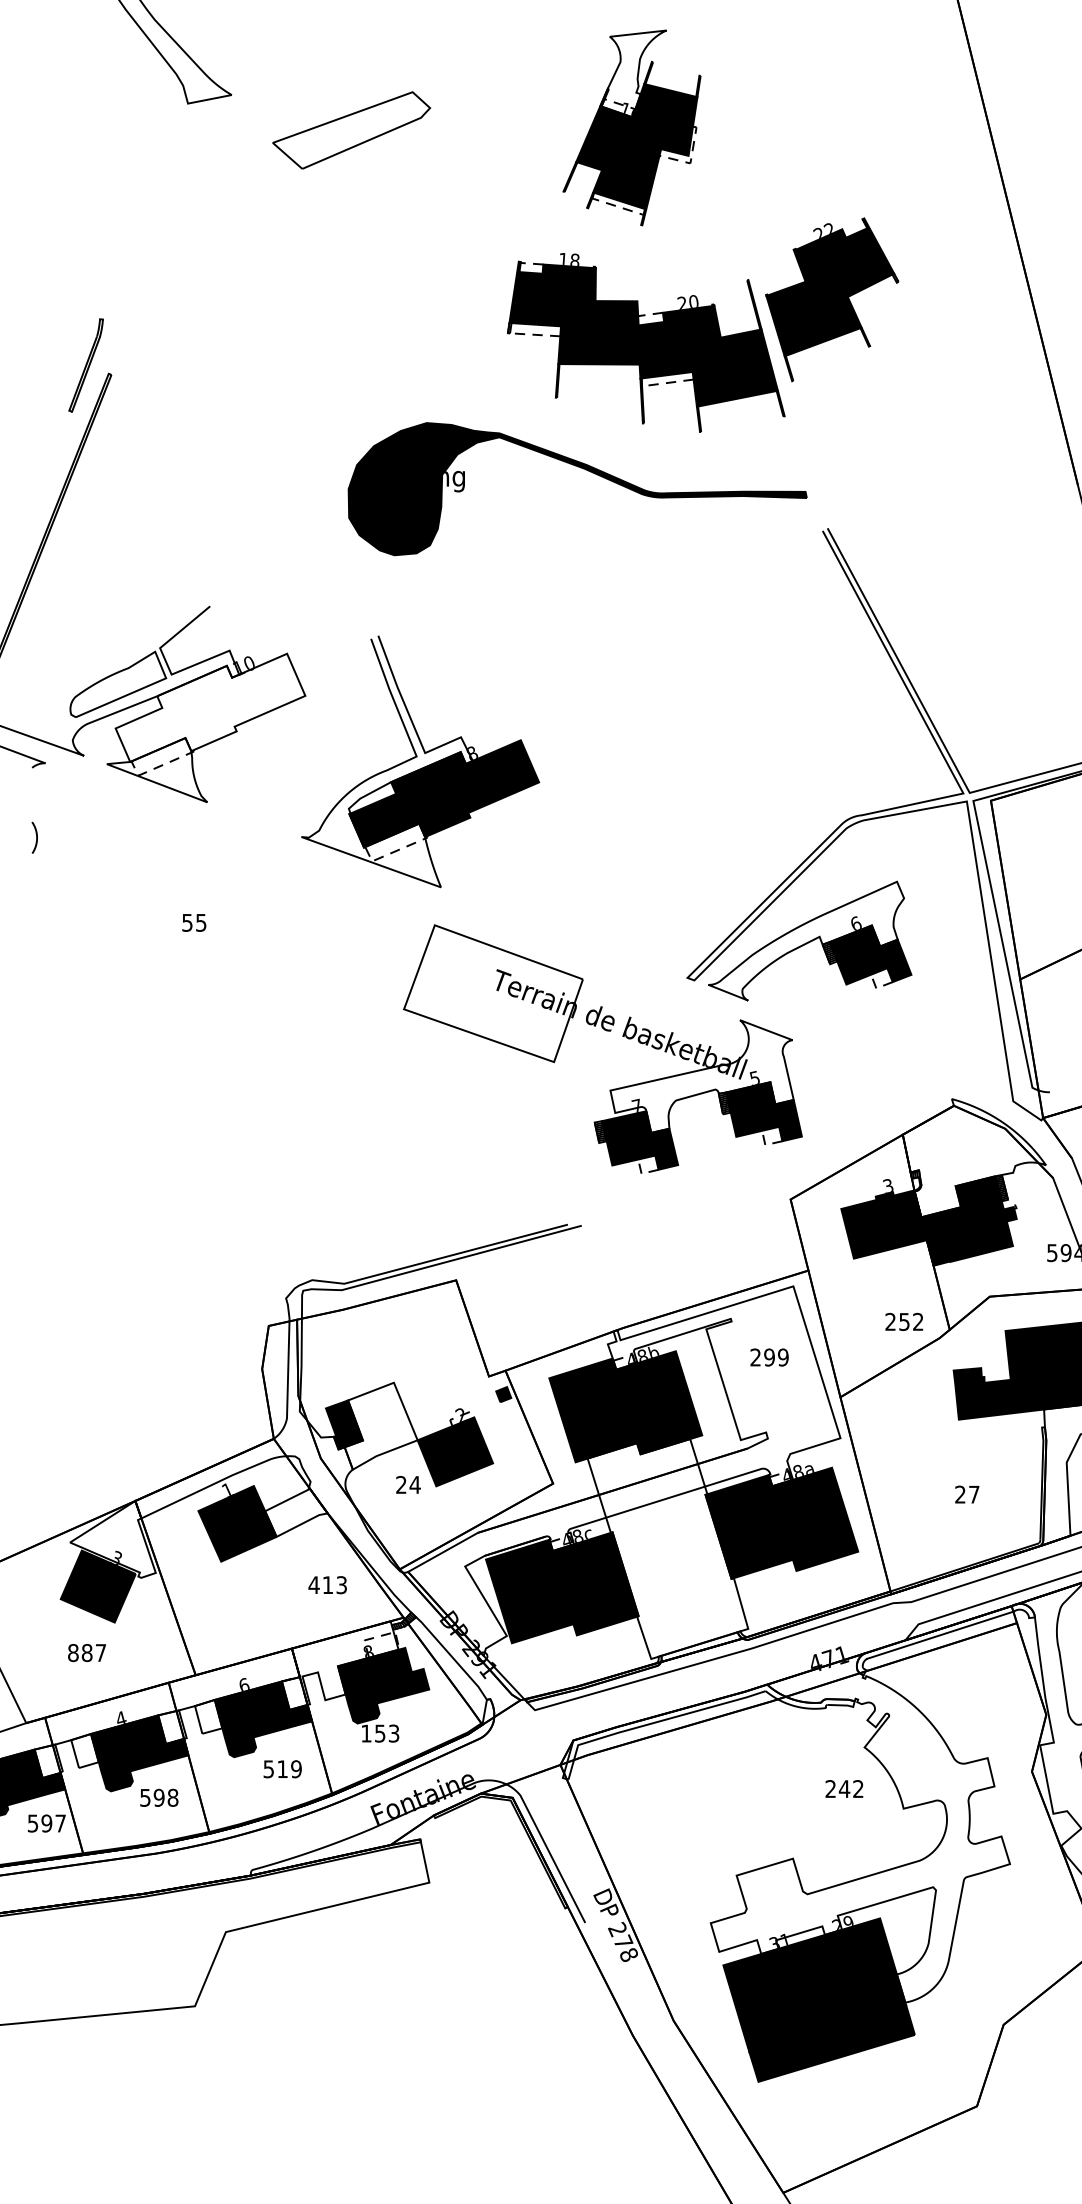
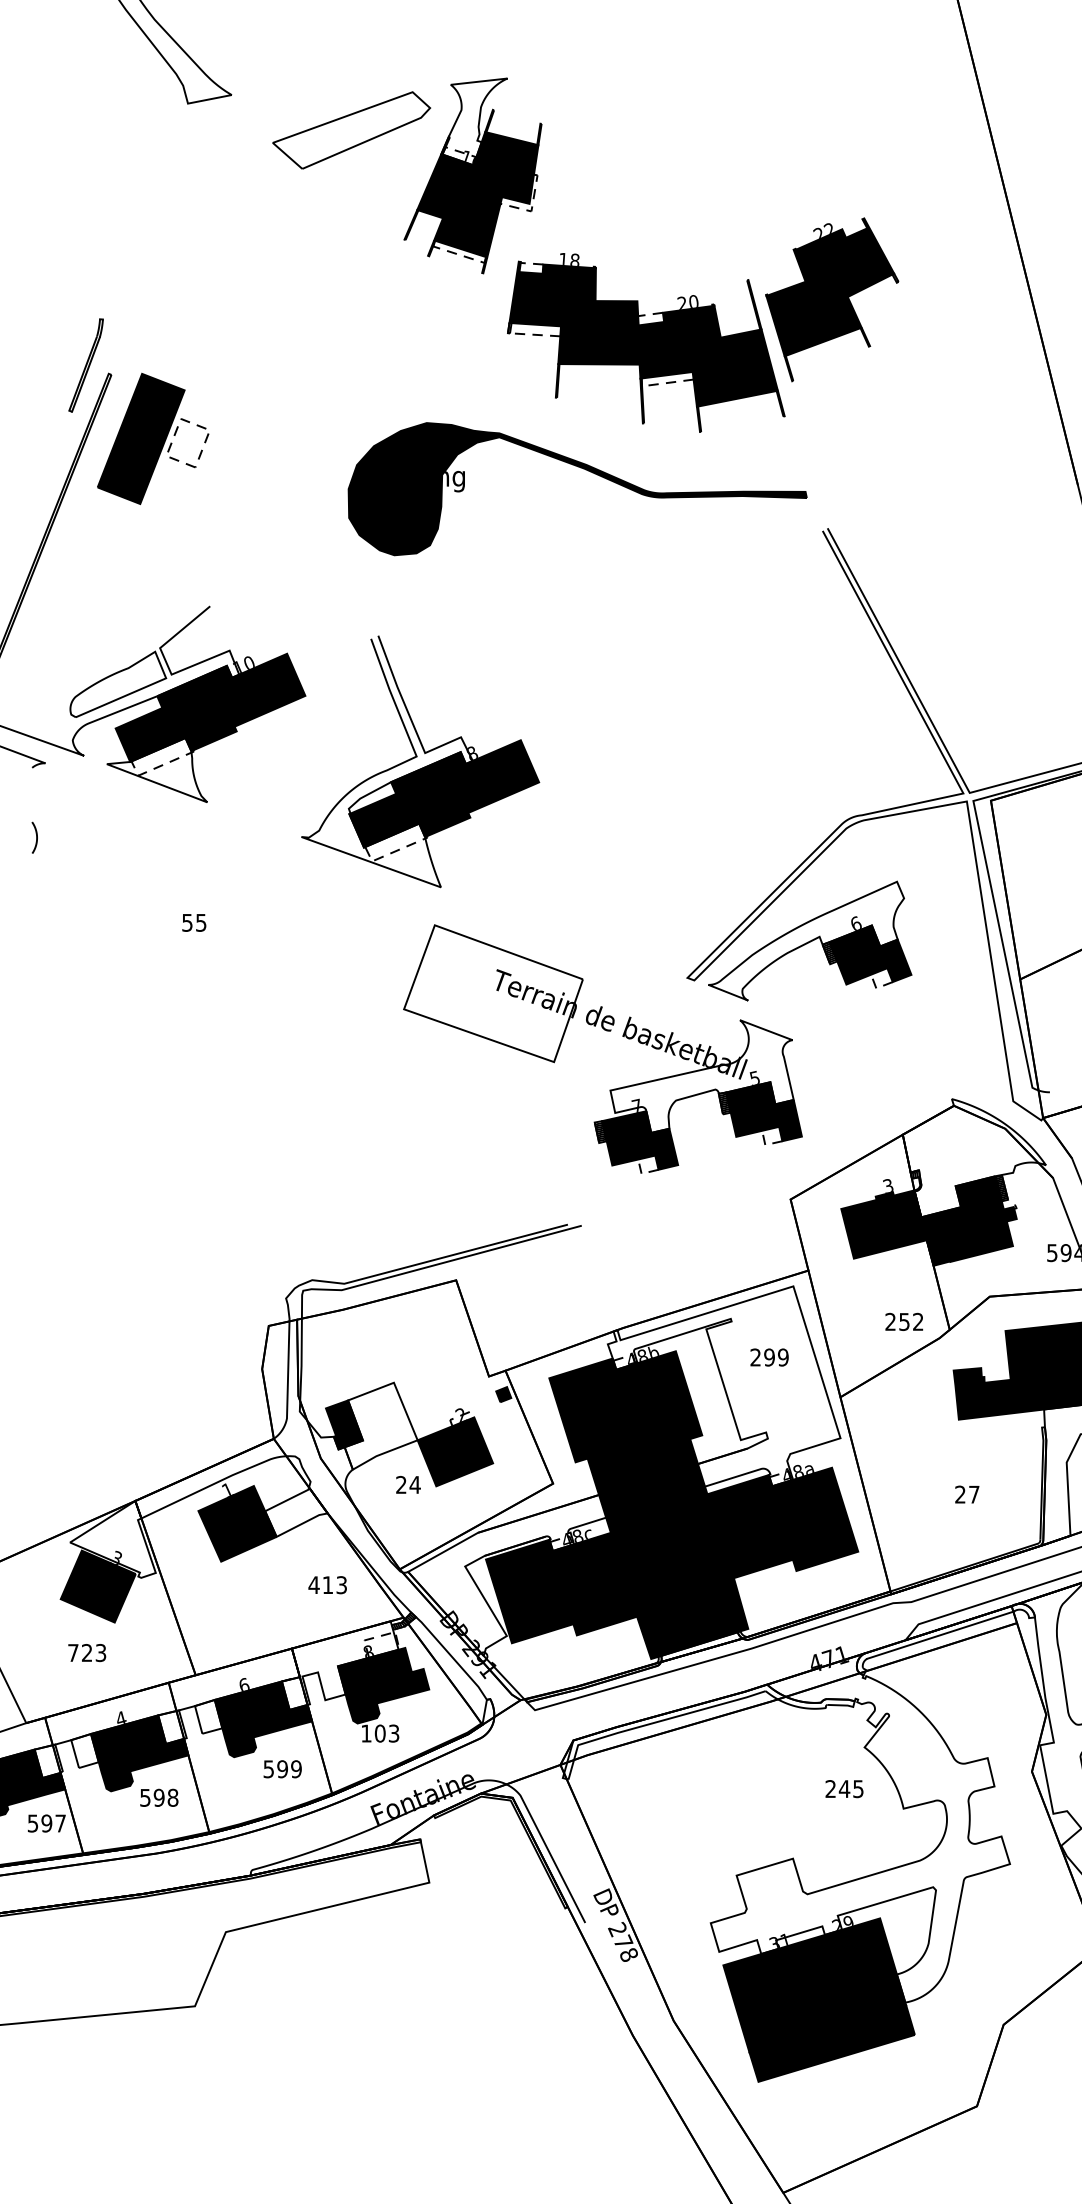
part at (631, 127) position: (631, 127) -> (472, 175)
part at (153, 438): none -> present
fill at (210, 707): none -> present
fill at (667, 1549): none -> present
text at (87, 1653): 887 -> 723
text at (379, 1733): 153 -> 103
text at (282, 1769): 519 -> 599
text at (858, 1789): 242 -> 245
